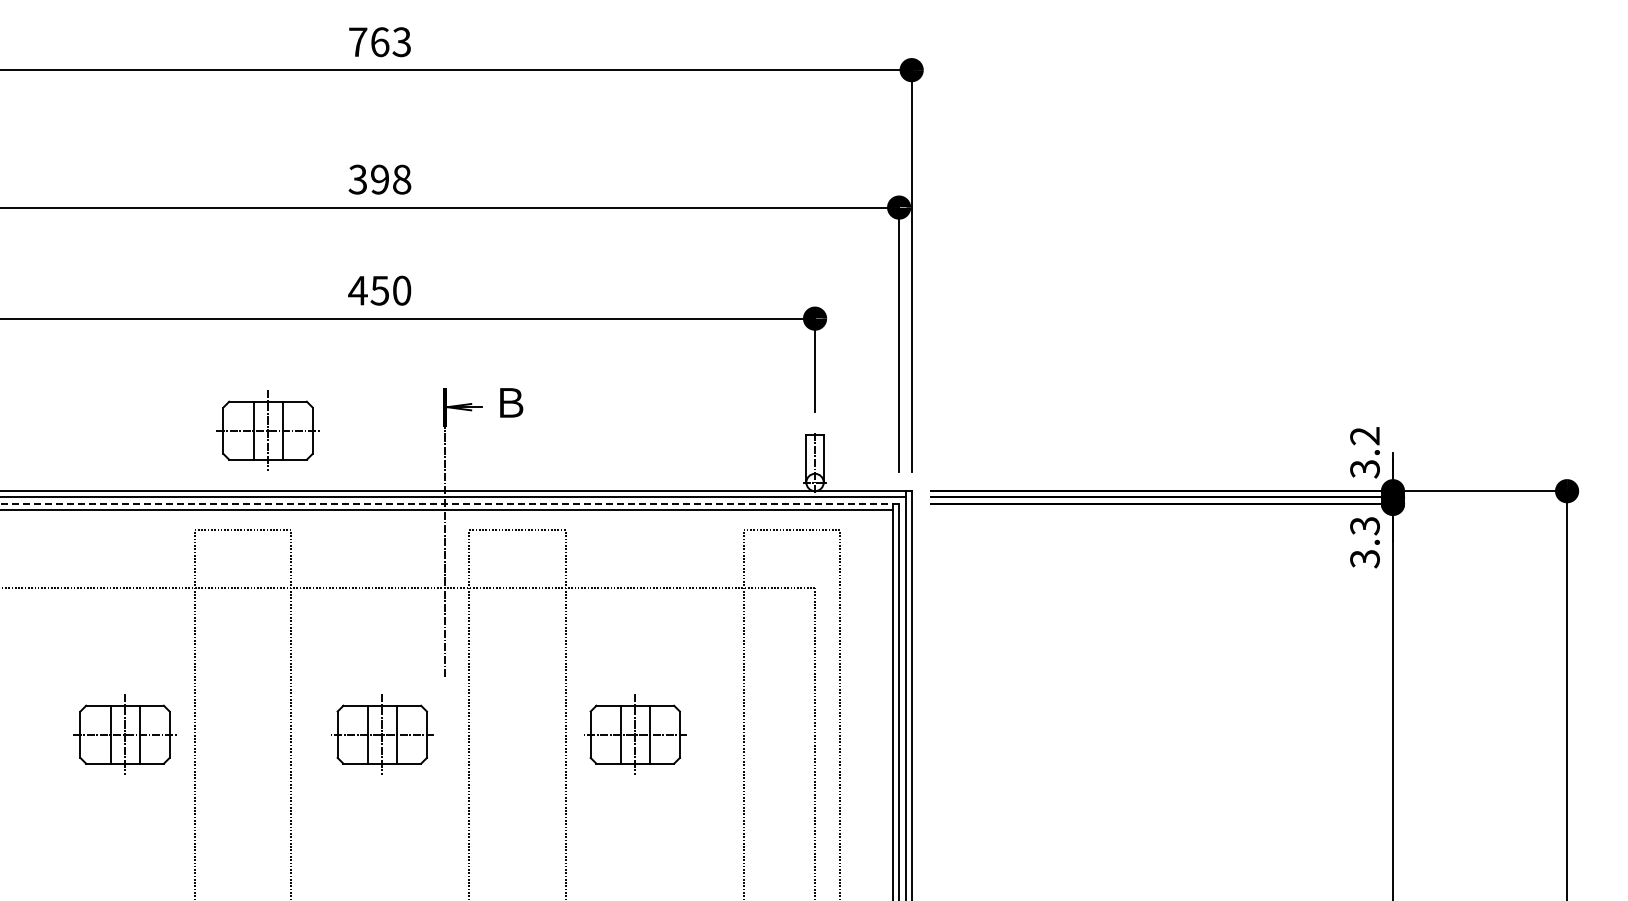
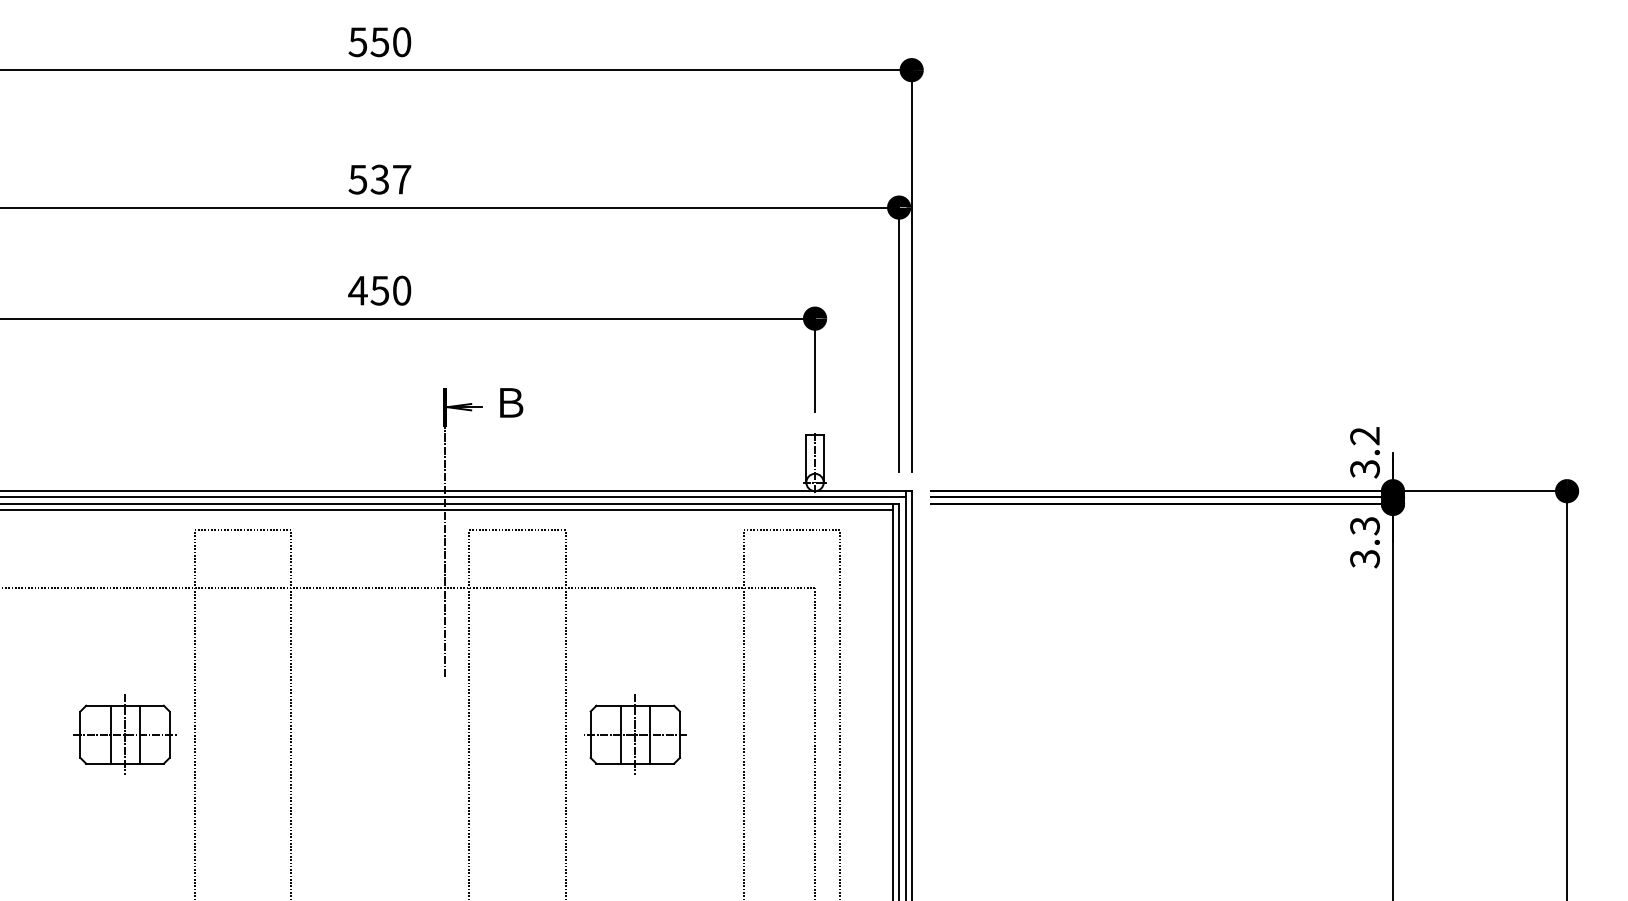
text at (379, 42): 763 -> 550
text at (380, 179): 398 -> 537
part at (267, 430): present -> none
line at (449, 503): dashed -> solid
part at (382, 734): present -> none
